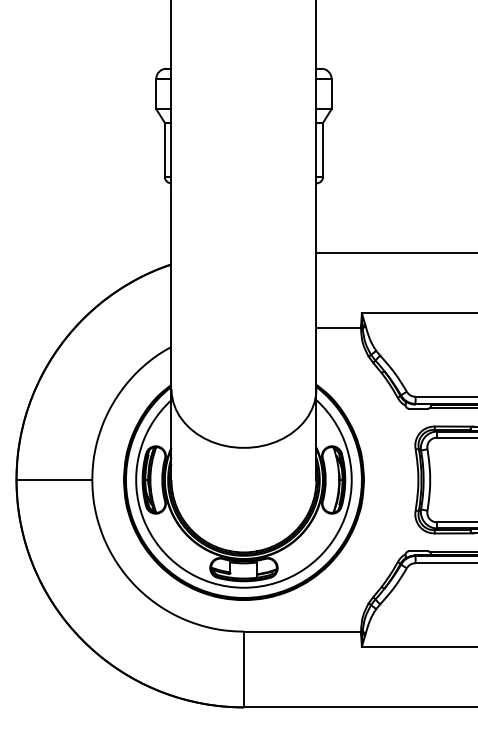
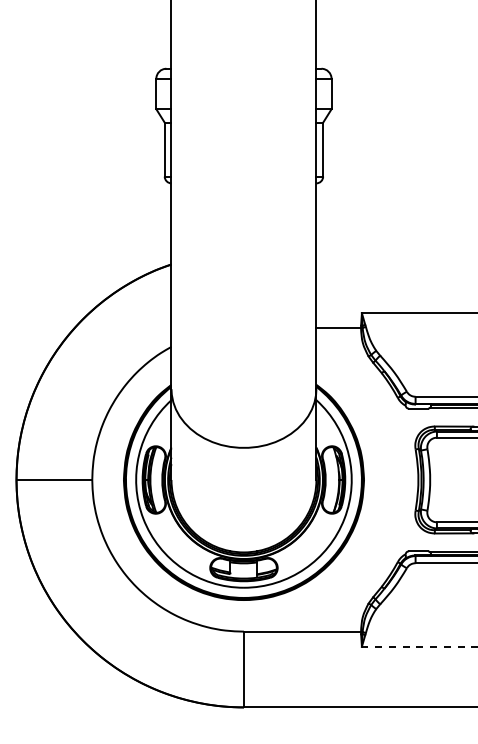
line at (395, 252): present -> none
line at (419, 646): solid -> dashed
